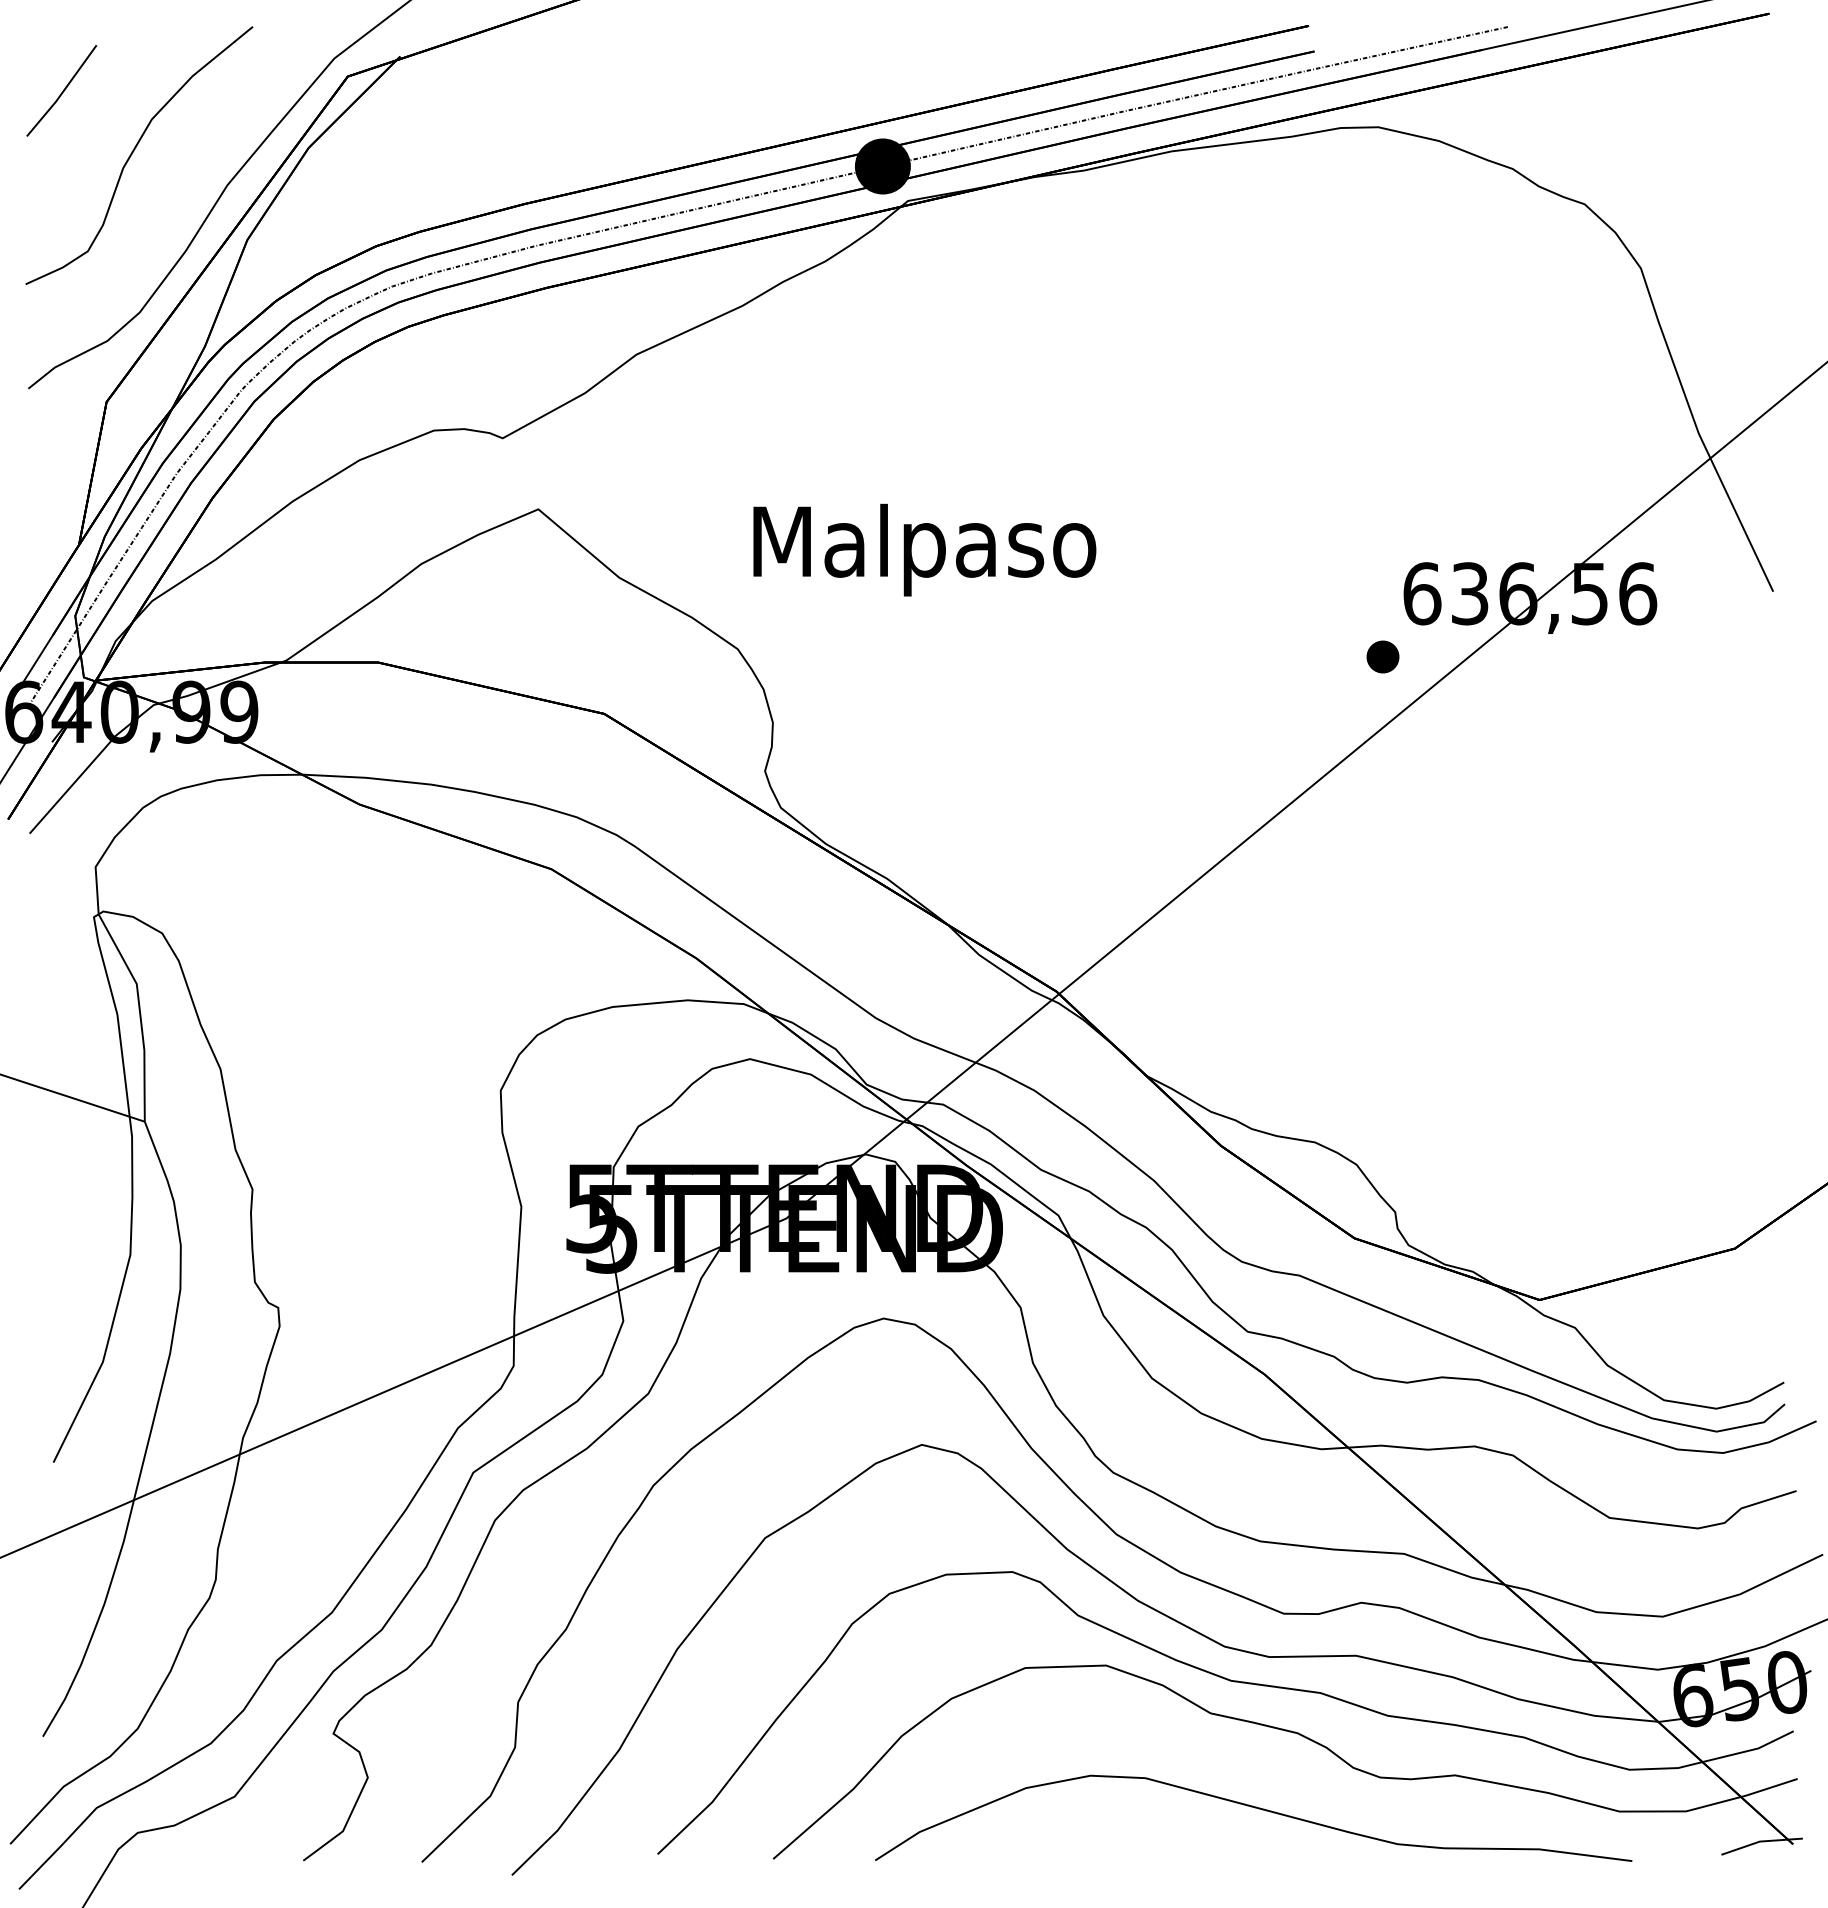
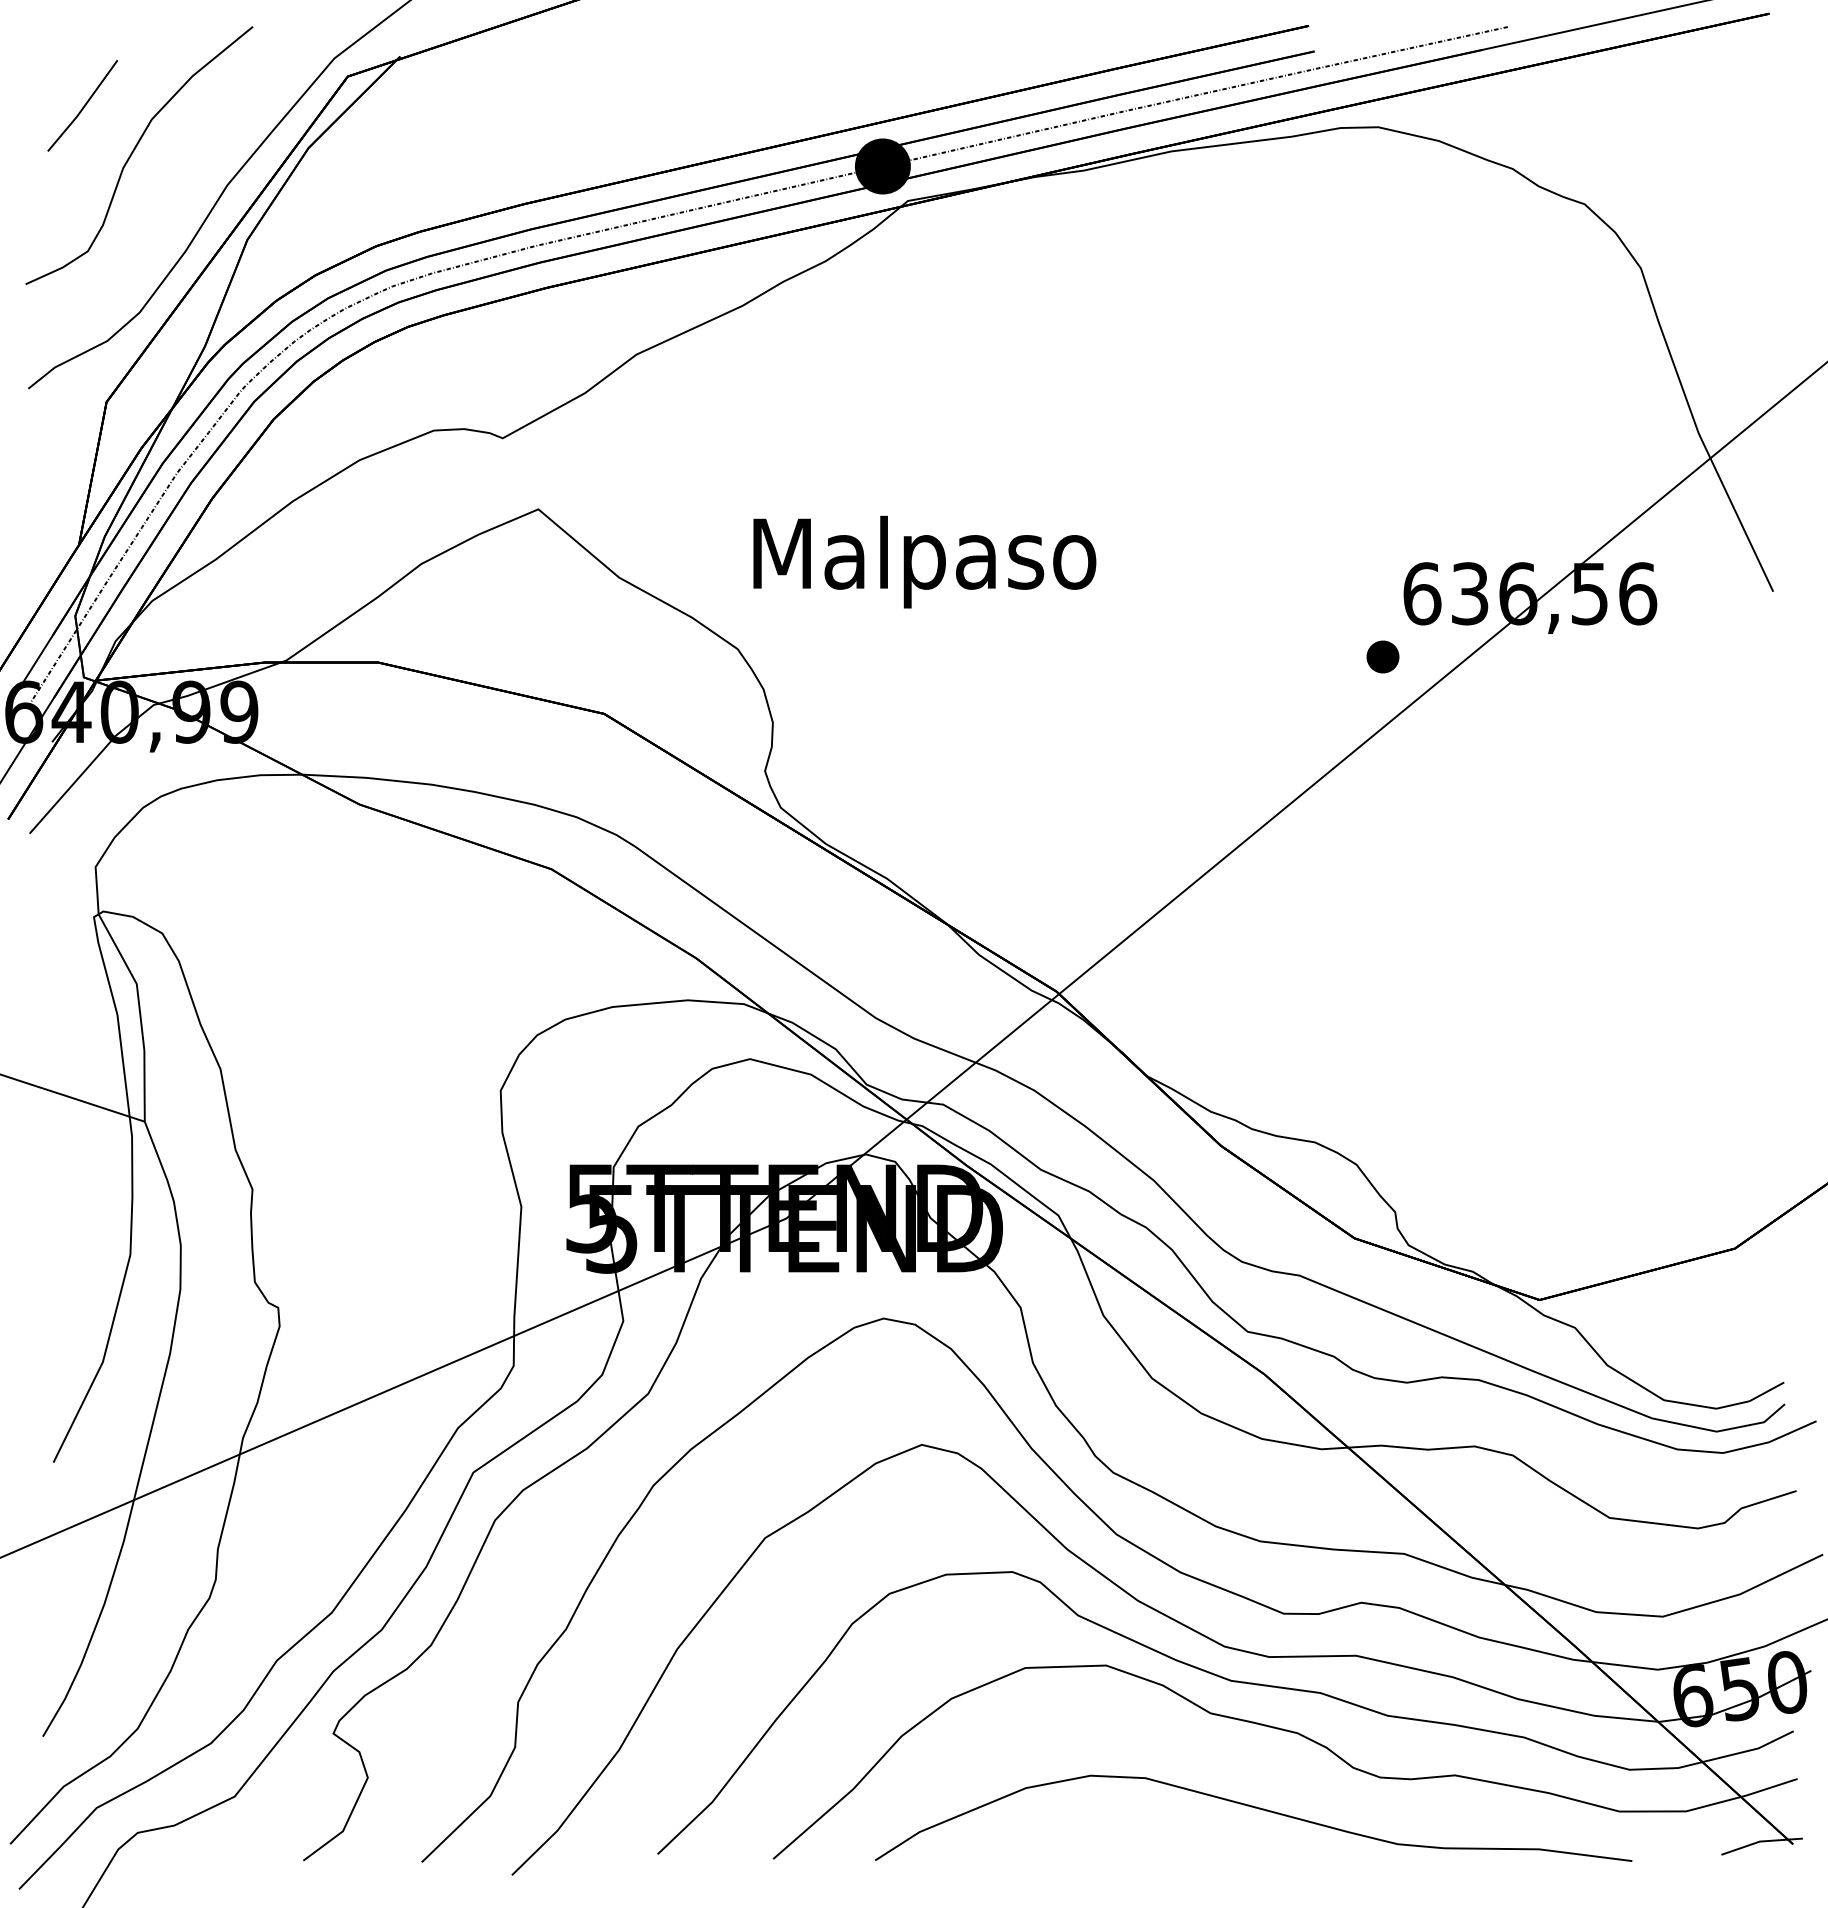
line at (62, 90) position: (62, 90) -> (83, 105)
text at (924, 549) position: (924, 549) -> (924, 561)
